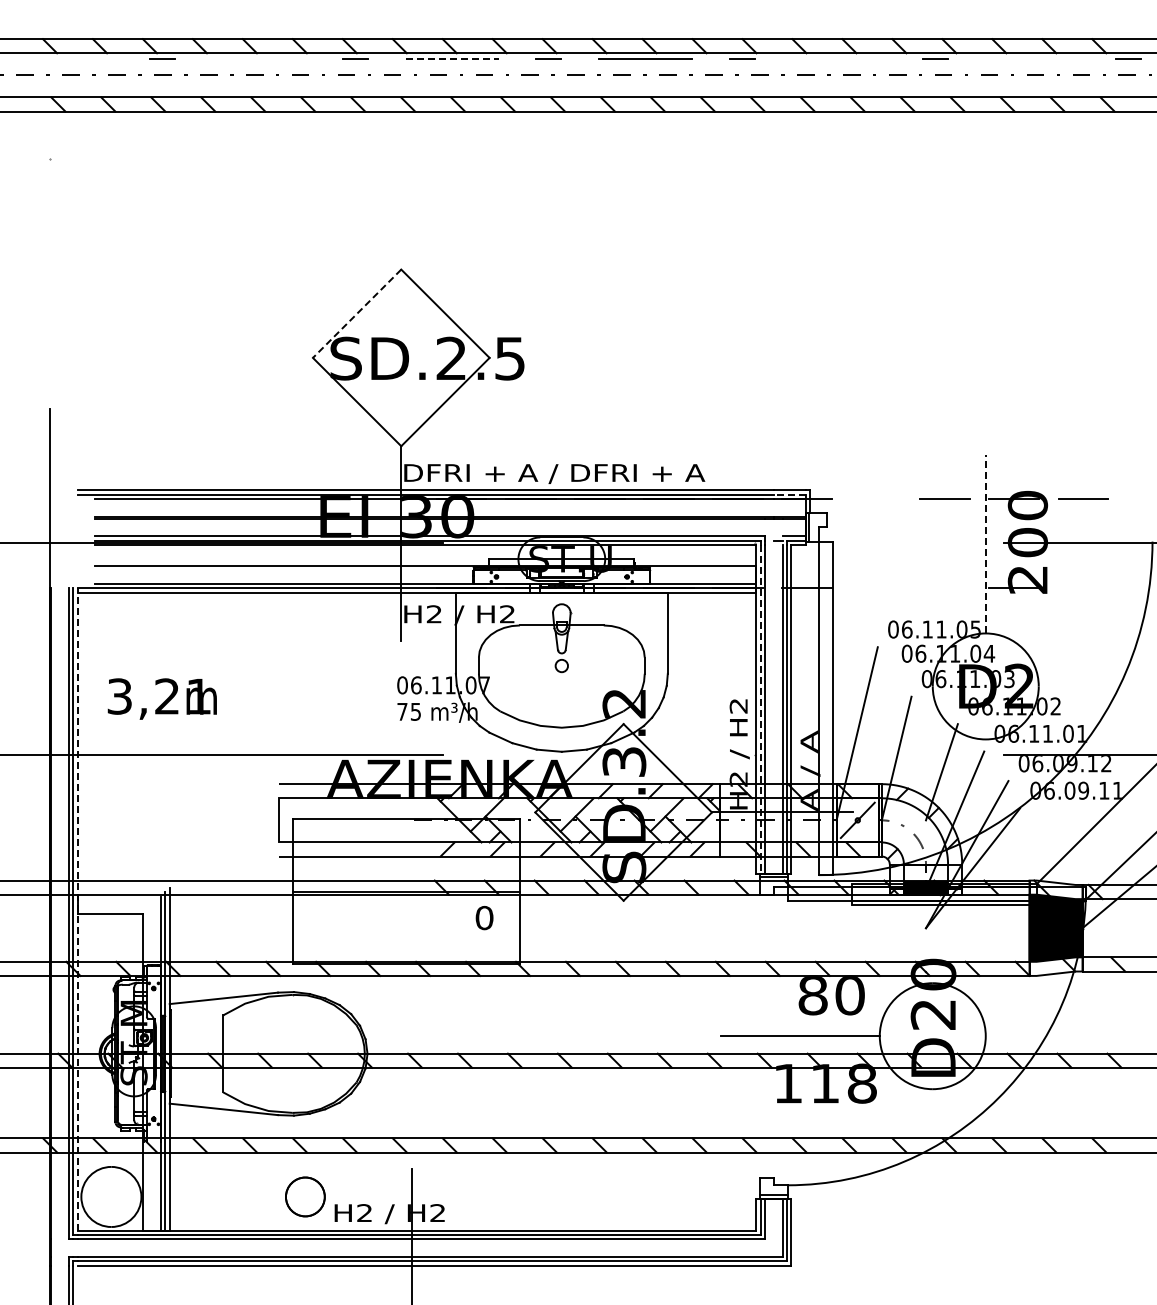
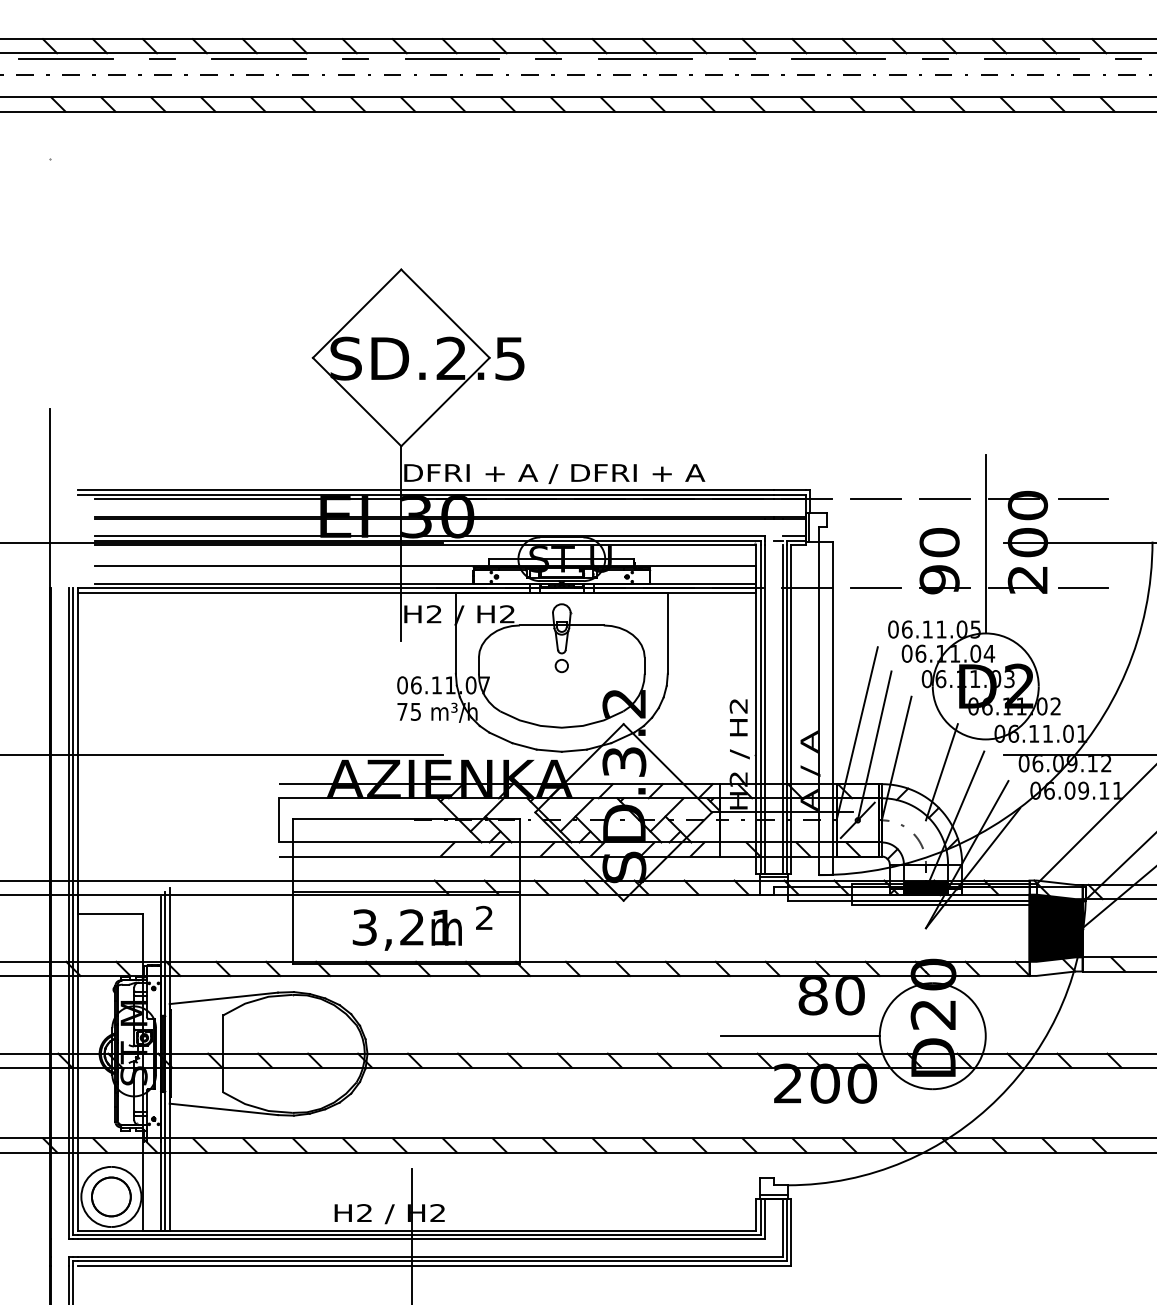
line at (65, 59): none -> present
line at (258, 59): none -> present
line at (452, 59): dashed -> solid
line at (838, 59): none -> present
line at (1031, 59): none -> present
line at (356, 314): dashed -> solid
line at (789, 494): dashed -> solid
line at (876, 499): none -> present
line at (985, 543): dashed -> solid
part at (944, 561): none -> present
line at (875, 587): none -> present
line at (1083, 587): none -> present
text at (161, 698) position: (161, 698) -> (406, 929)
line at (760, 709): dashed -> solid
line at (874, 745): none -> present
line at (77, 908): dashed -> solid
text at (484, 917): 0 -> 2
text at (825, 1083): 118 -> 200
part at (305, 1196) position: (305, 1196) -> (111, 1196)
